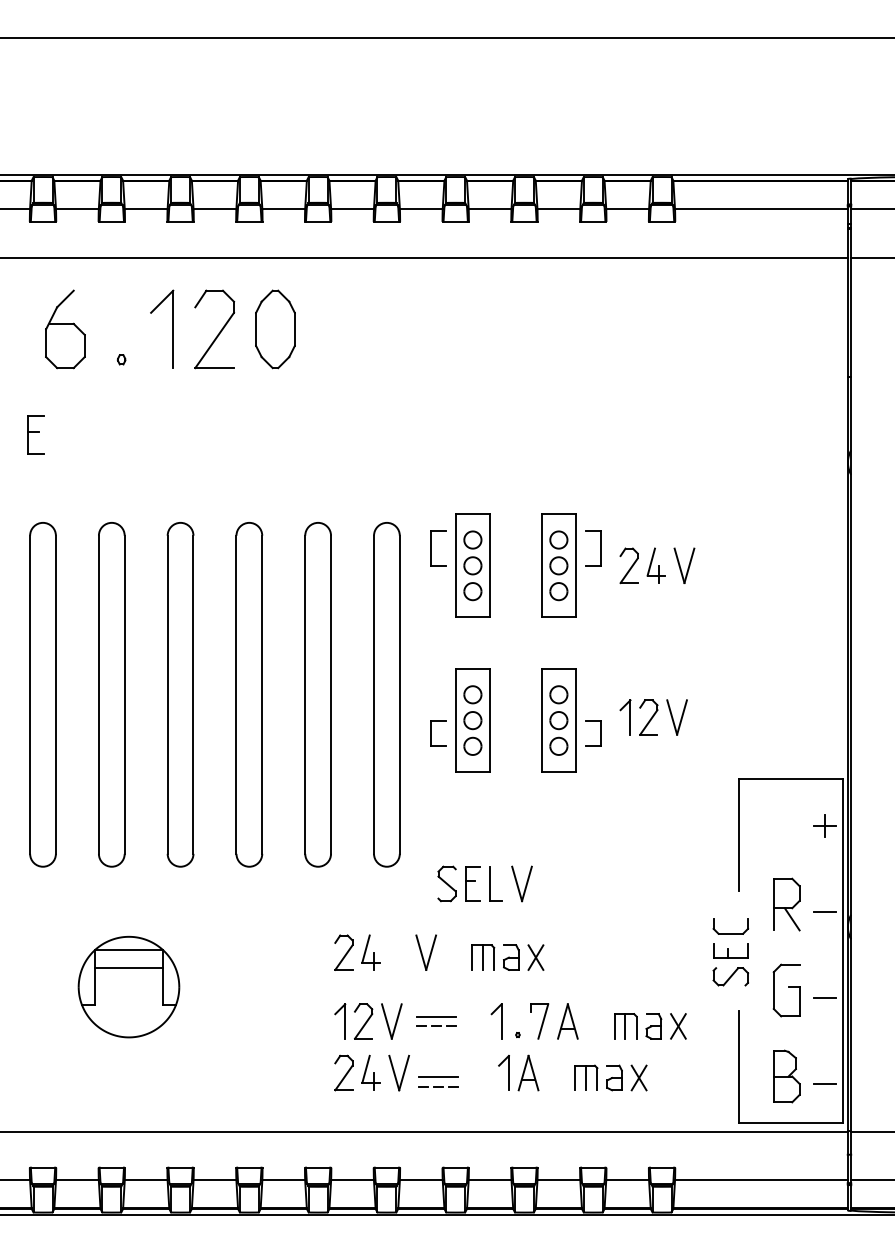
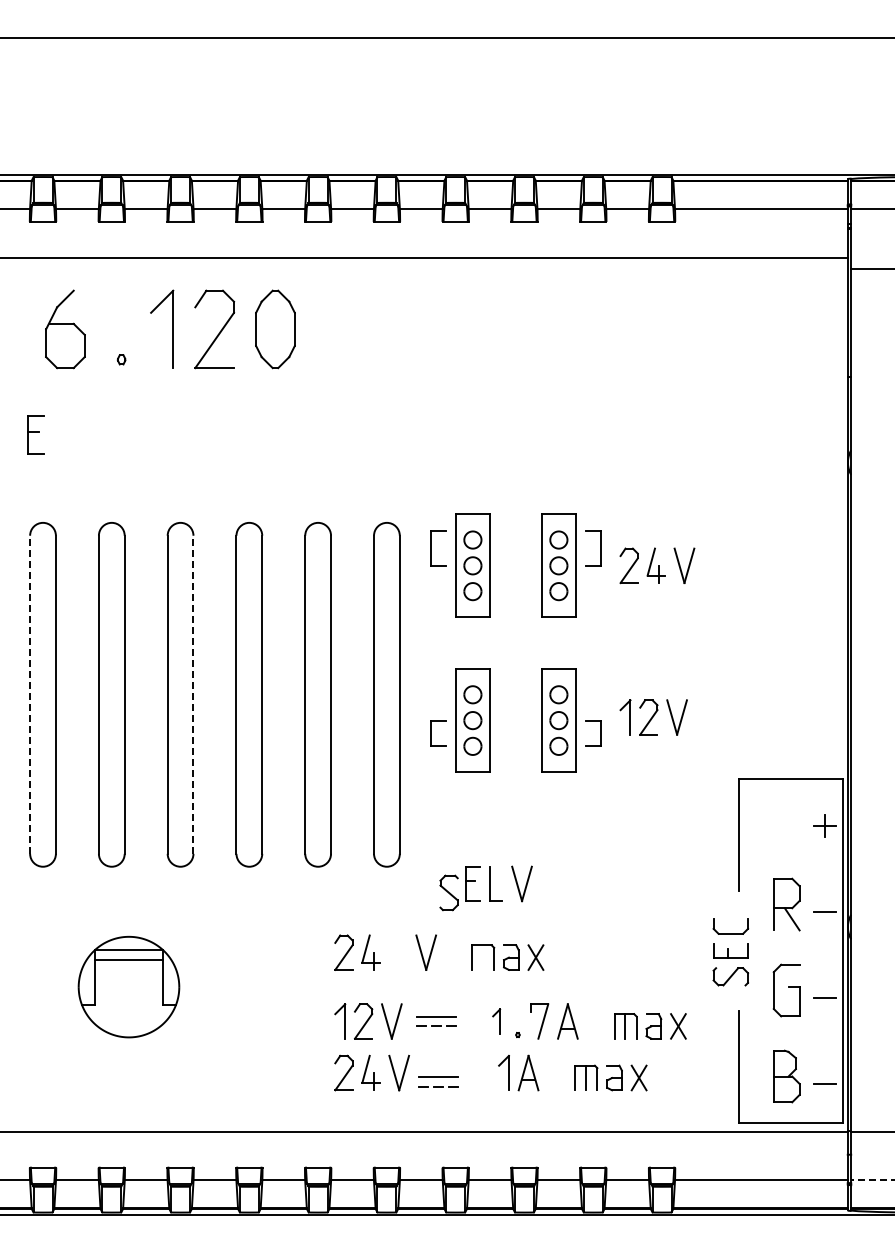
line at (871, 257) position: (871, 257) -> (871, 268)
line at (30, 694): solid -> dashed
line at (193, 694): solid -> dashed
part at (446, 883) position: (446, 883) -> (448, 892)
line at (482, 957): present -> none
line at (128, 967) position: (128, 967) -> (128, 959)
part at (496, 1021) size: 13x37 px -> 10x27 px
line at (872, 1180): solid -> dashed
